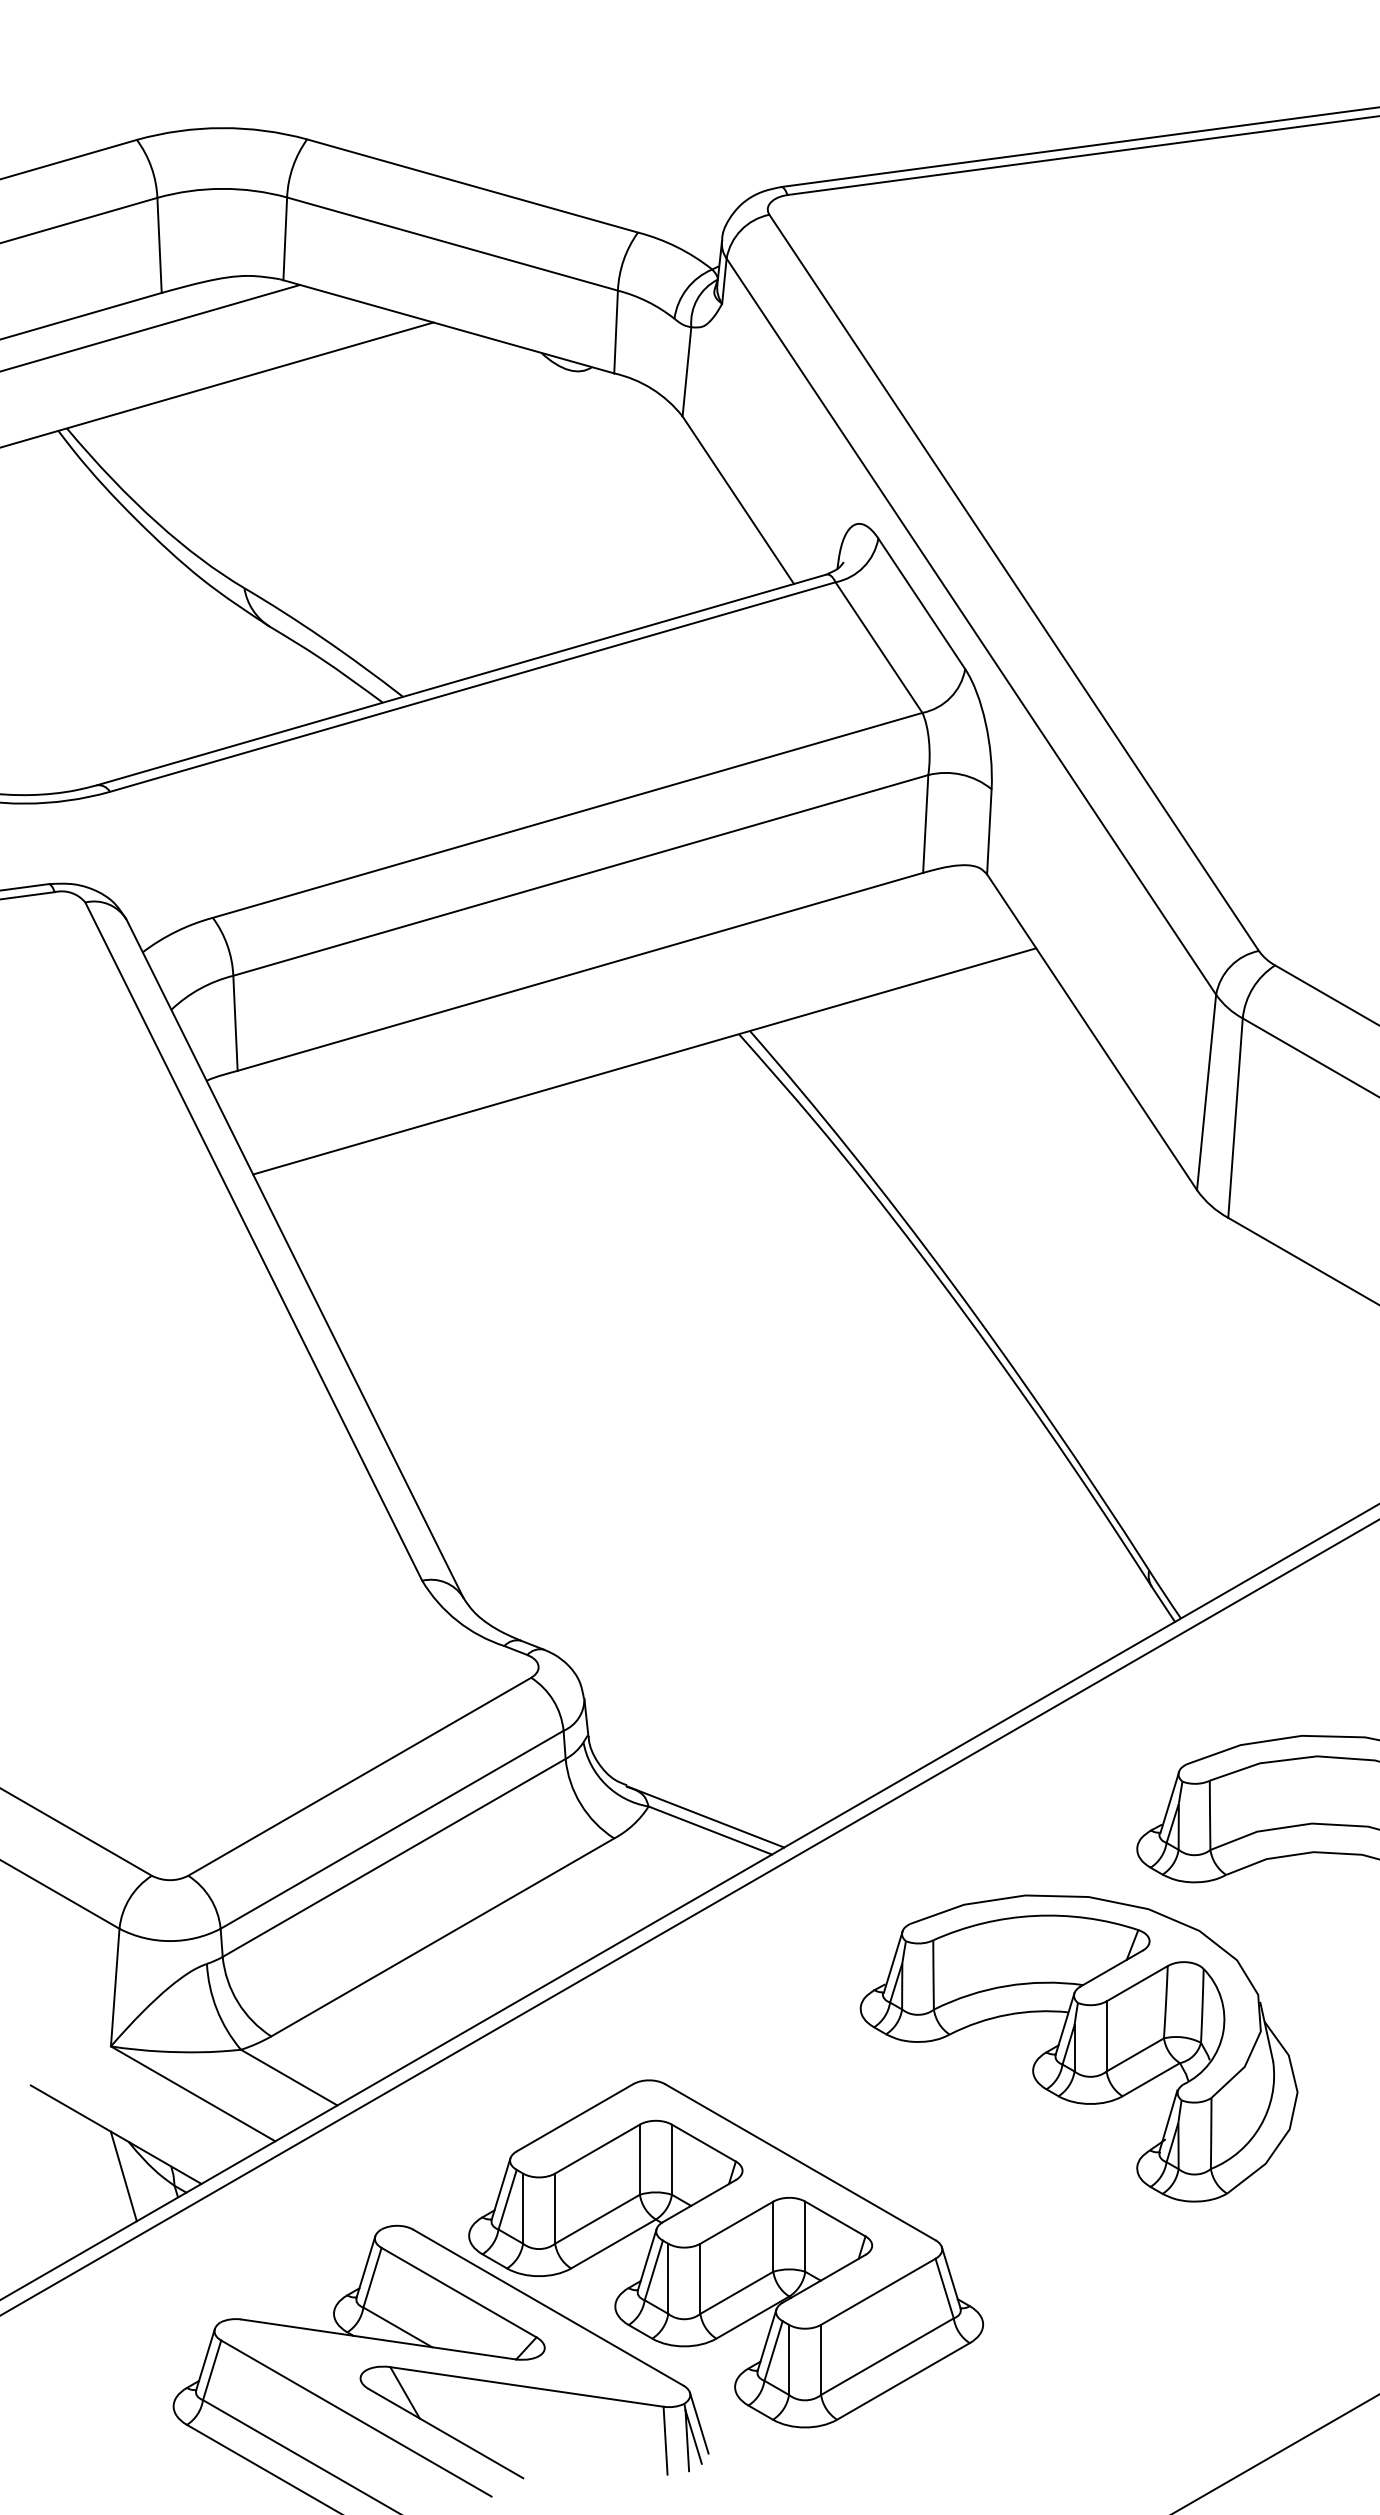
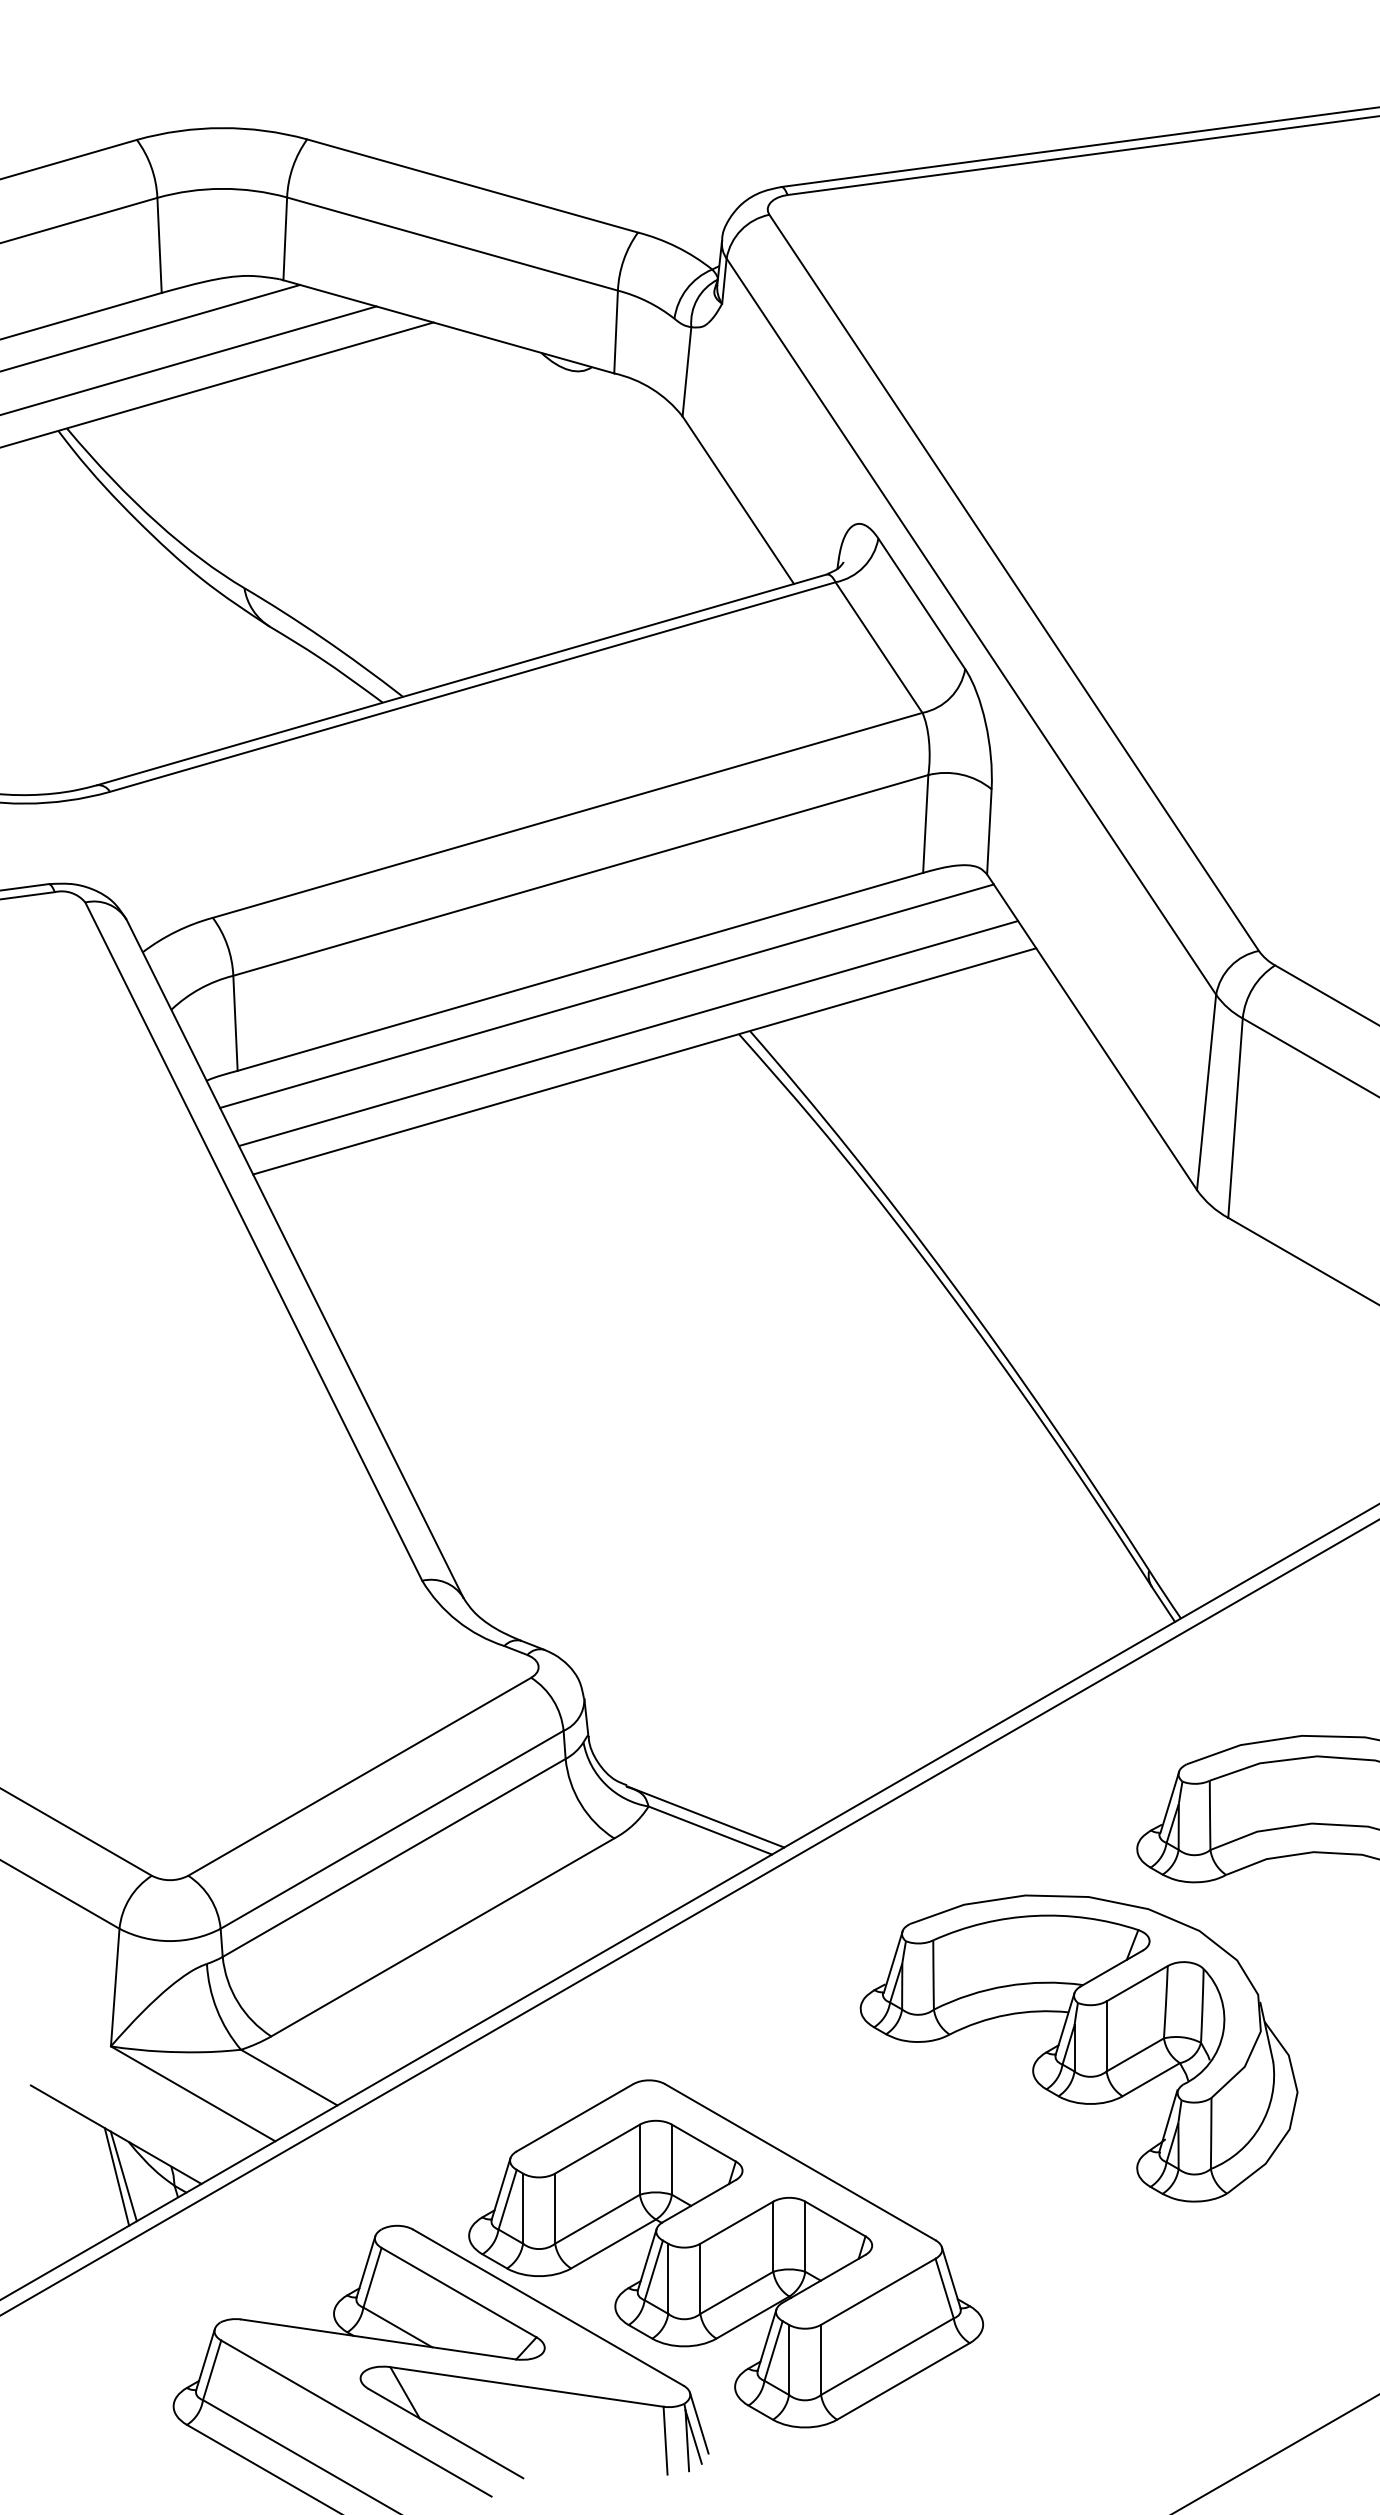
line at (189, 360): none -> present
line at (606, 995): none -> present
line at (628, 1033): none -> present
line at (116, 2176): none -> present
